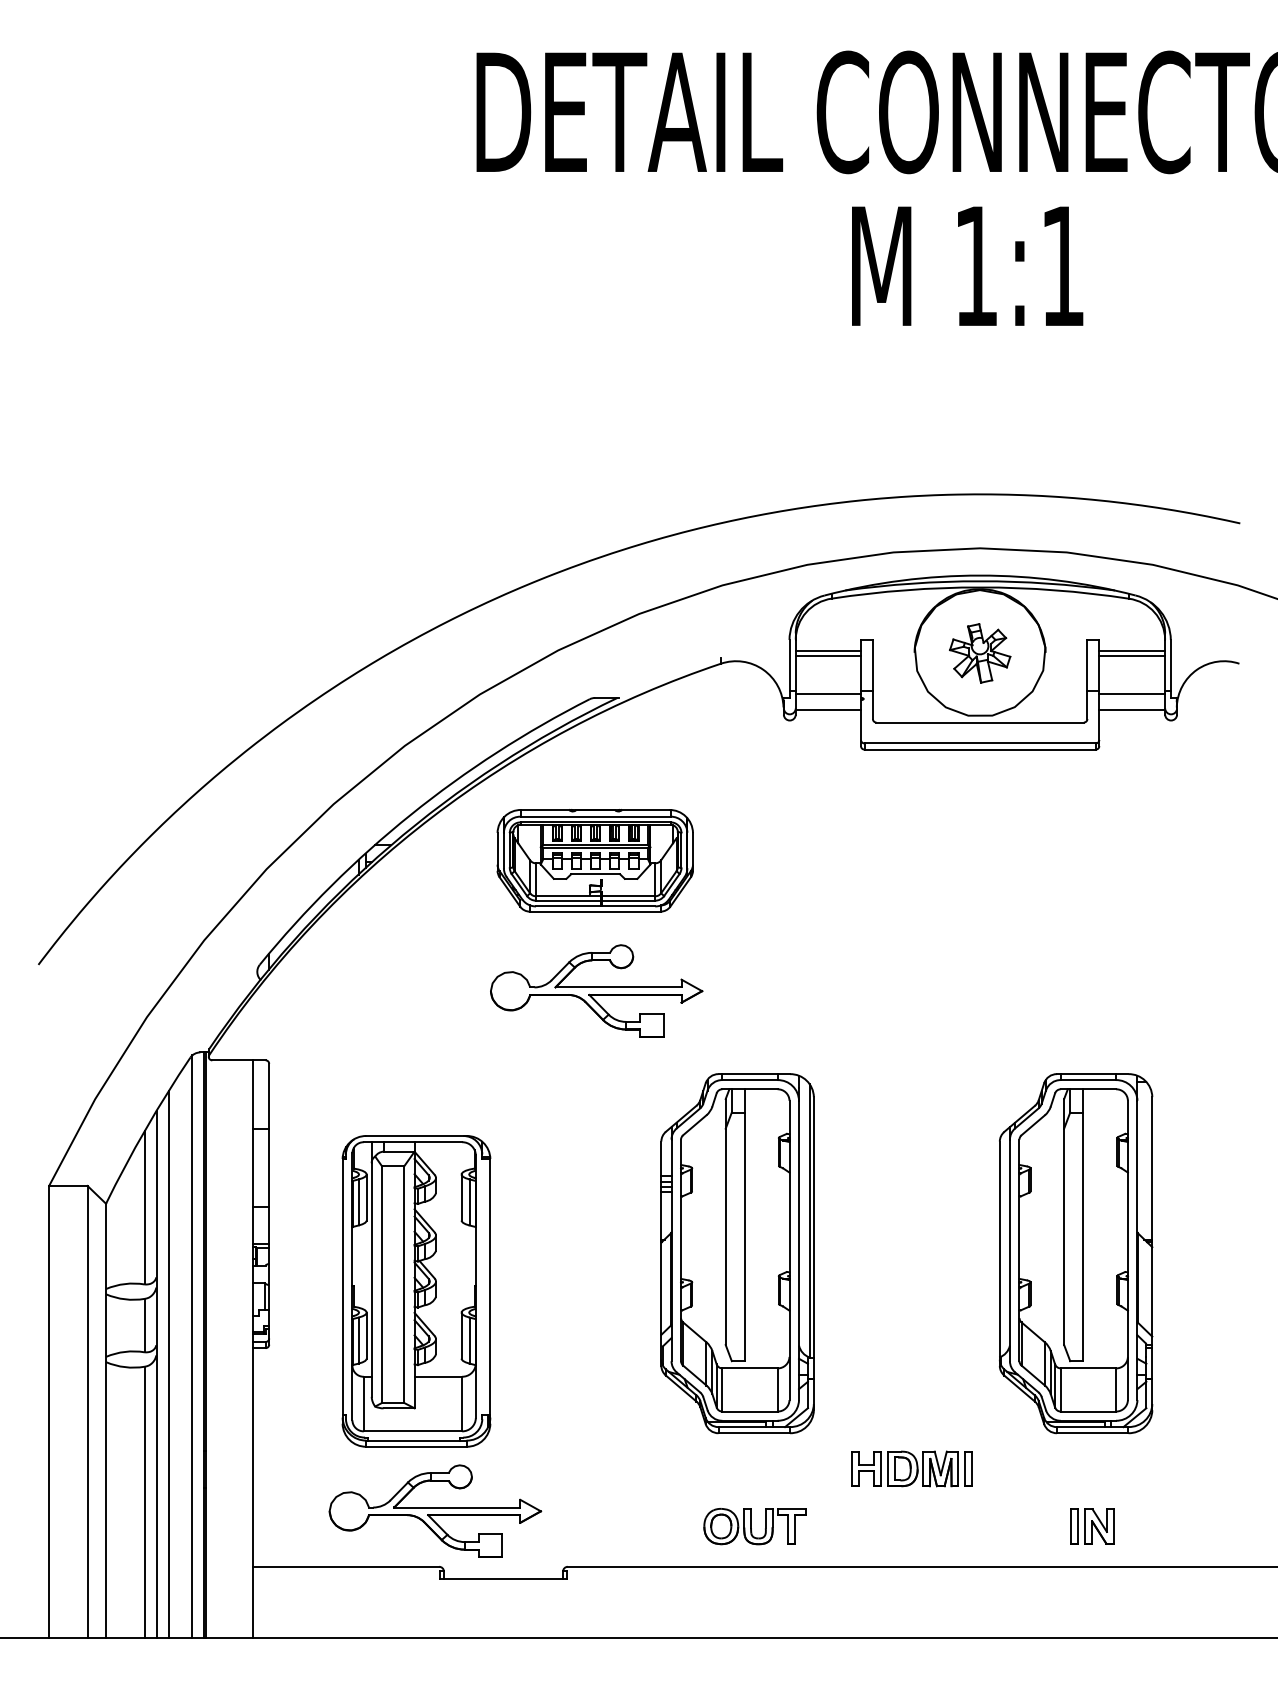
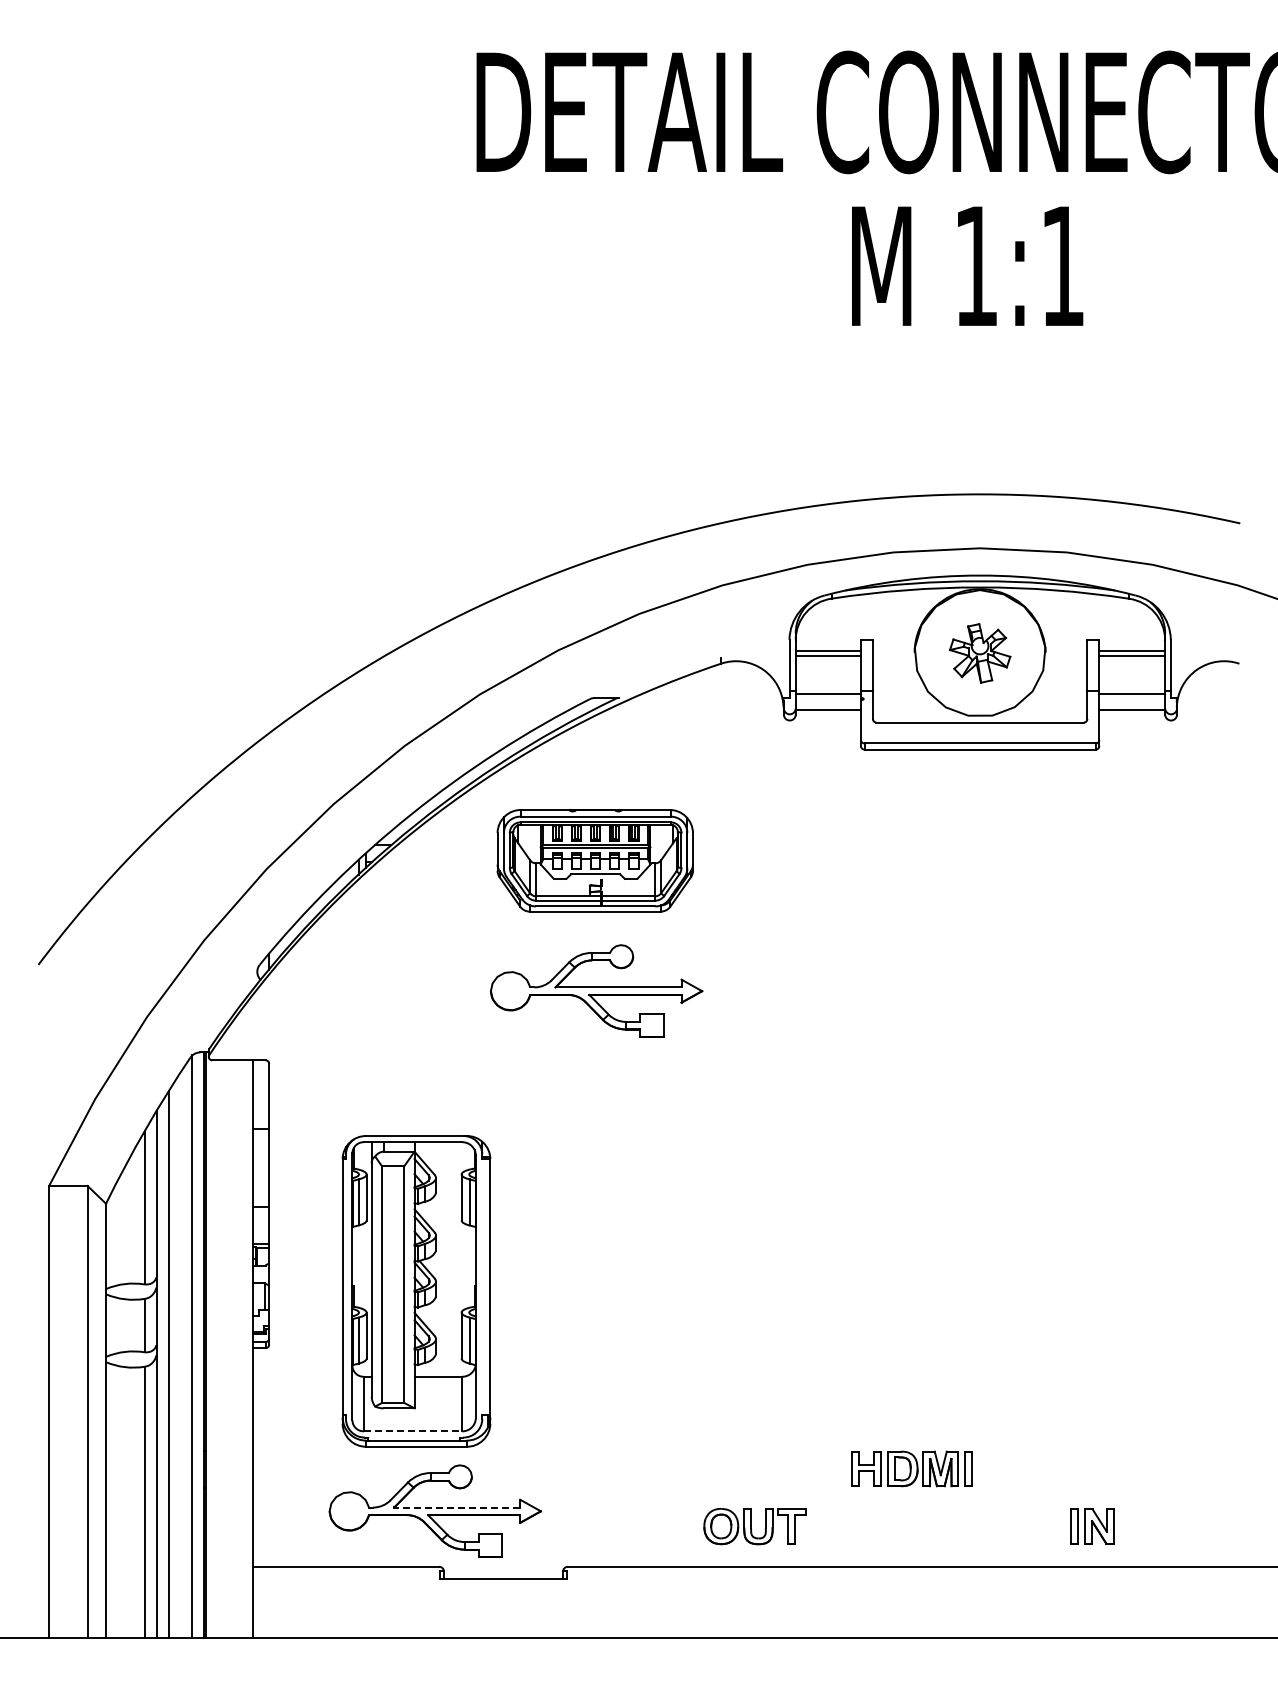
part at (737, 1253): present -> none
part at (1076, 1253): present -> none
line at (413, 1431): solid -> dashed
line at (456, 1507): solid -> dashed
